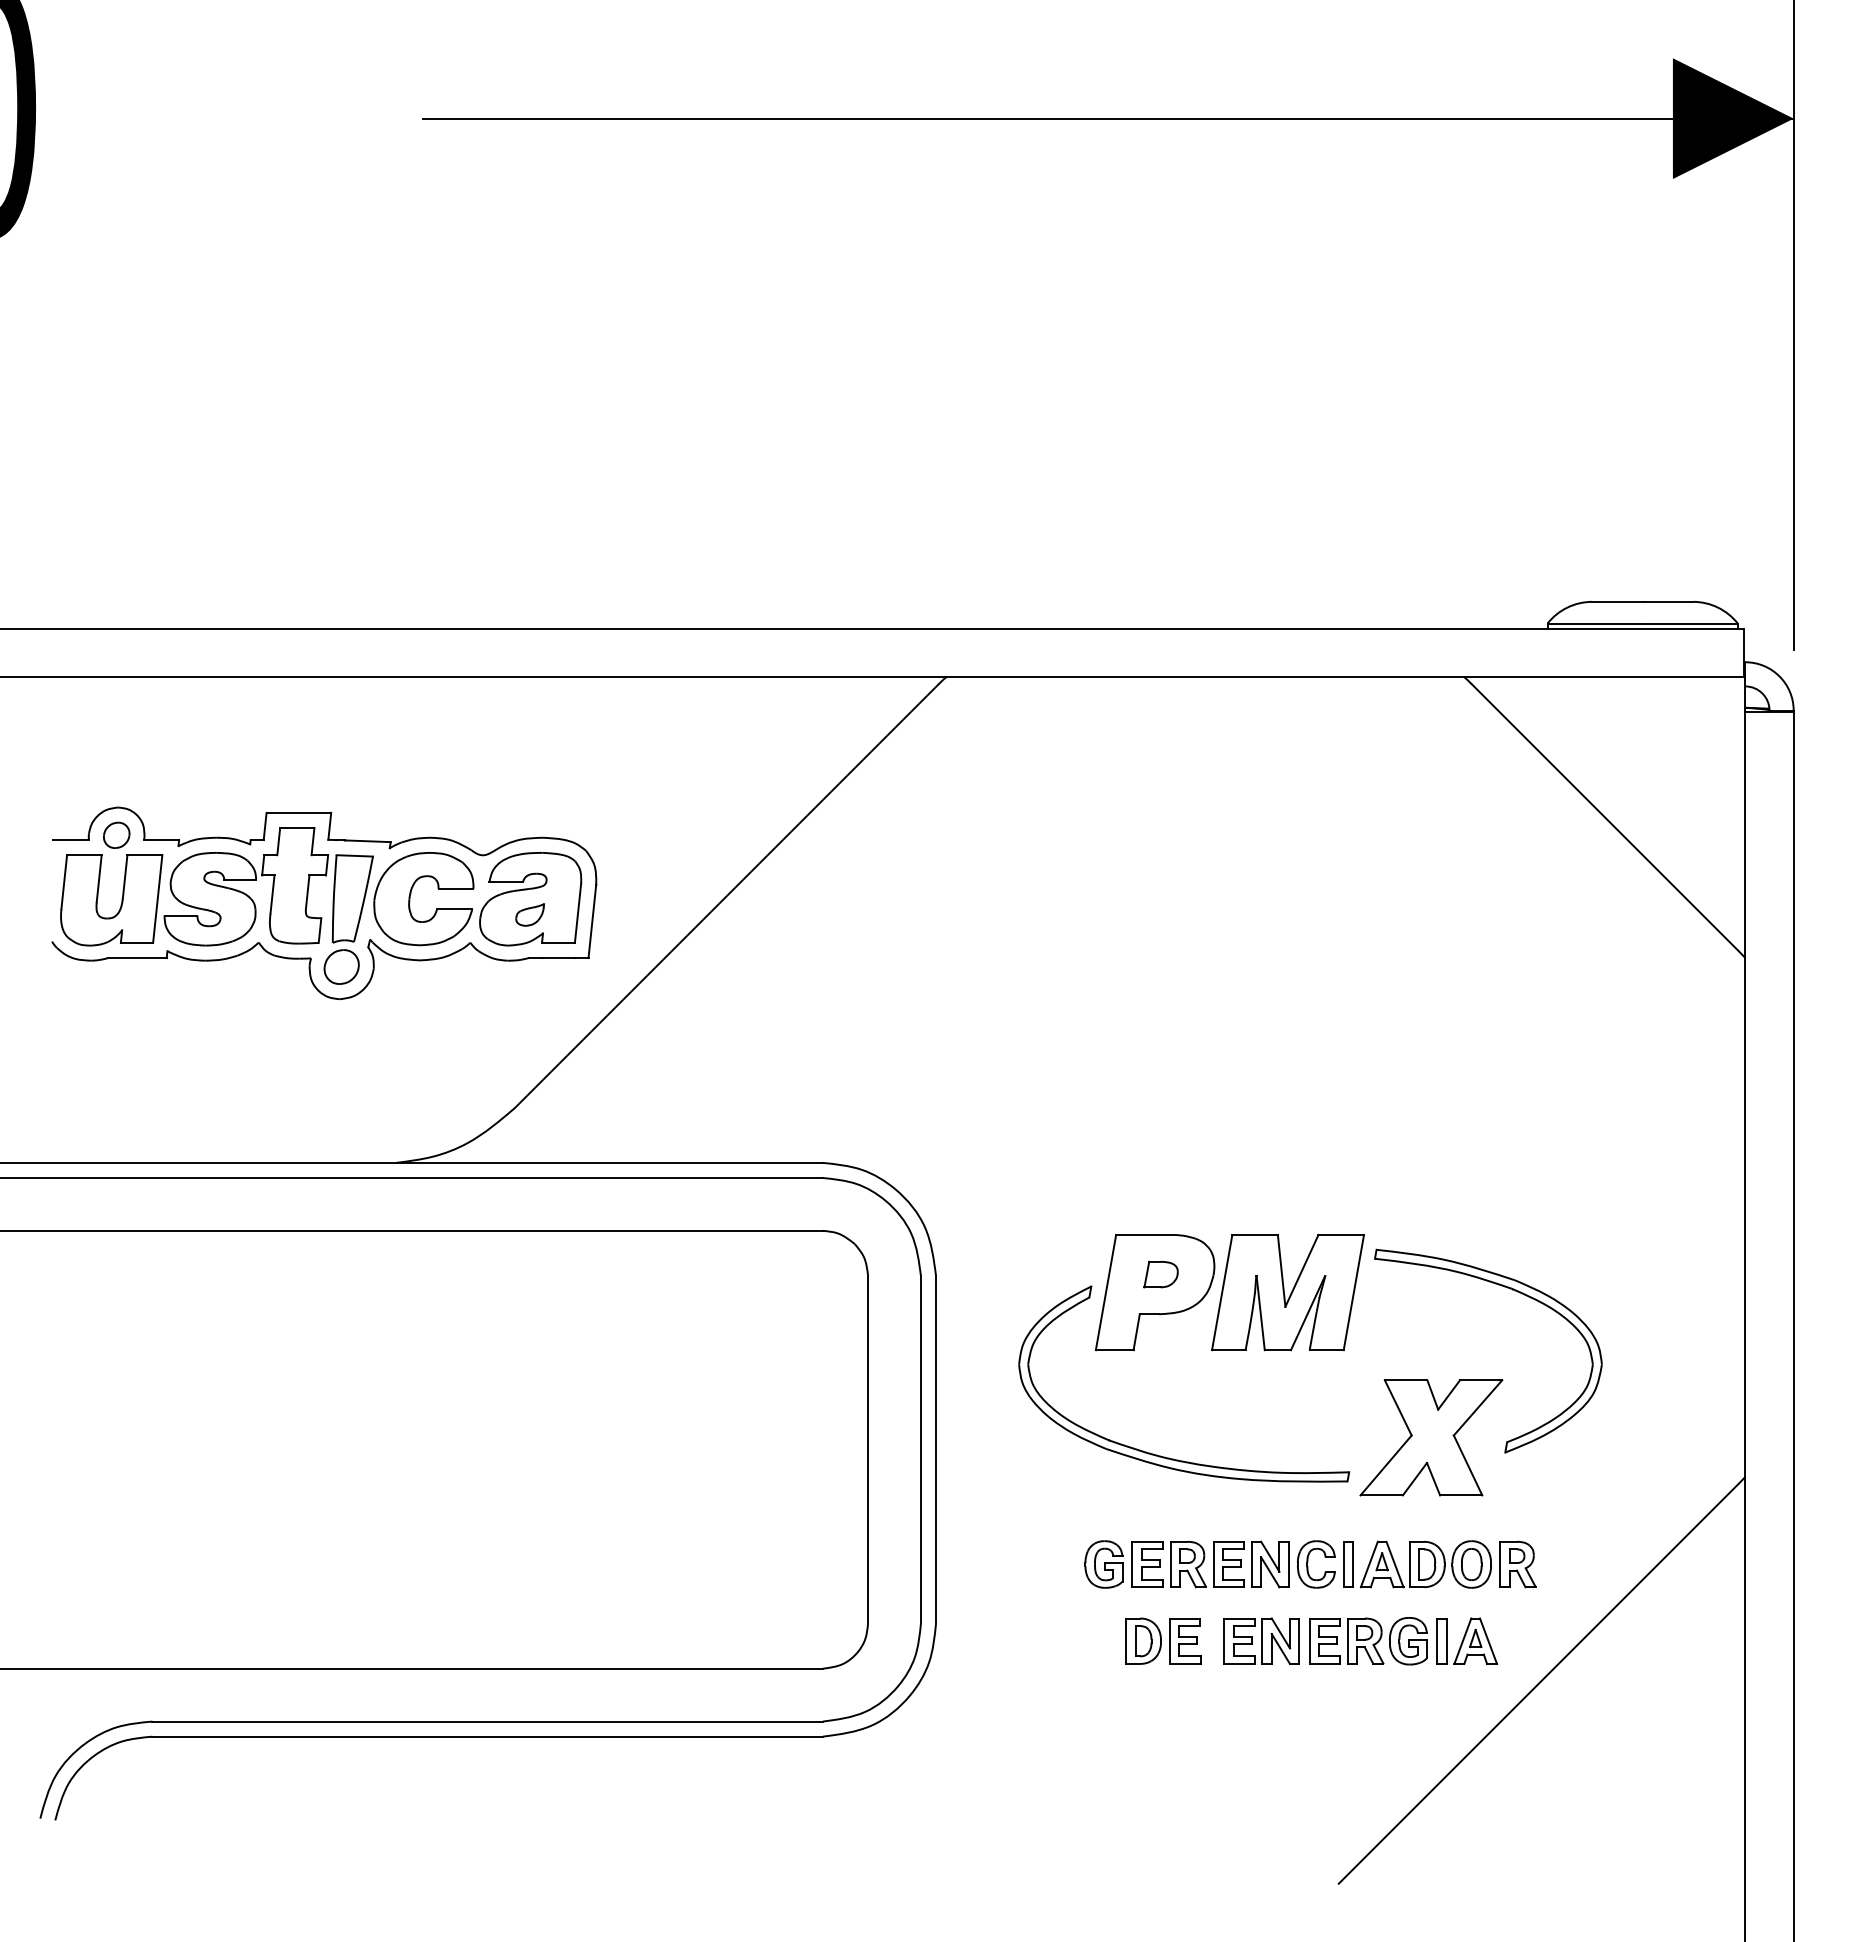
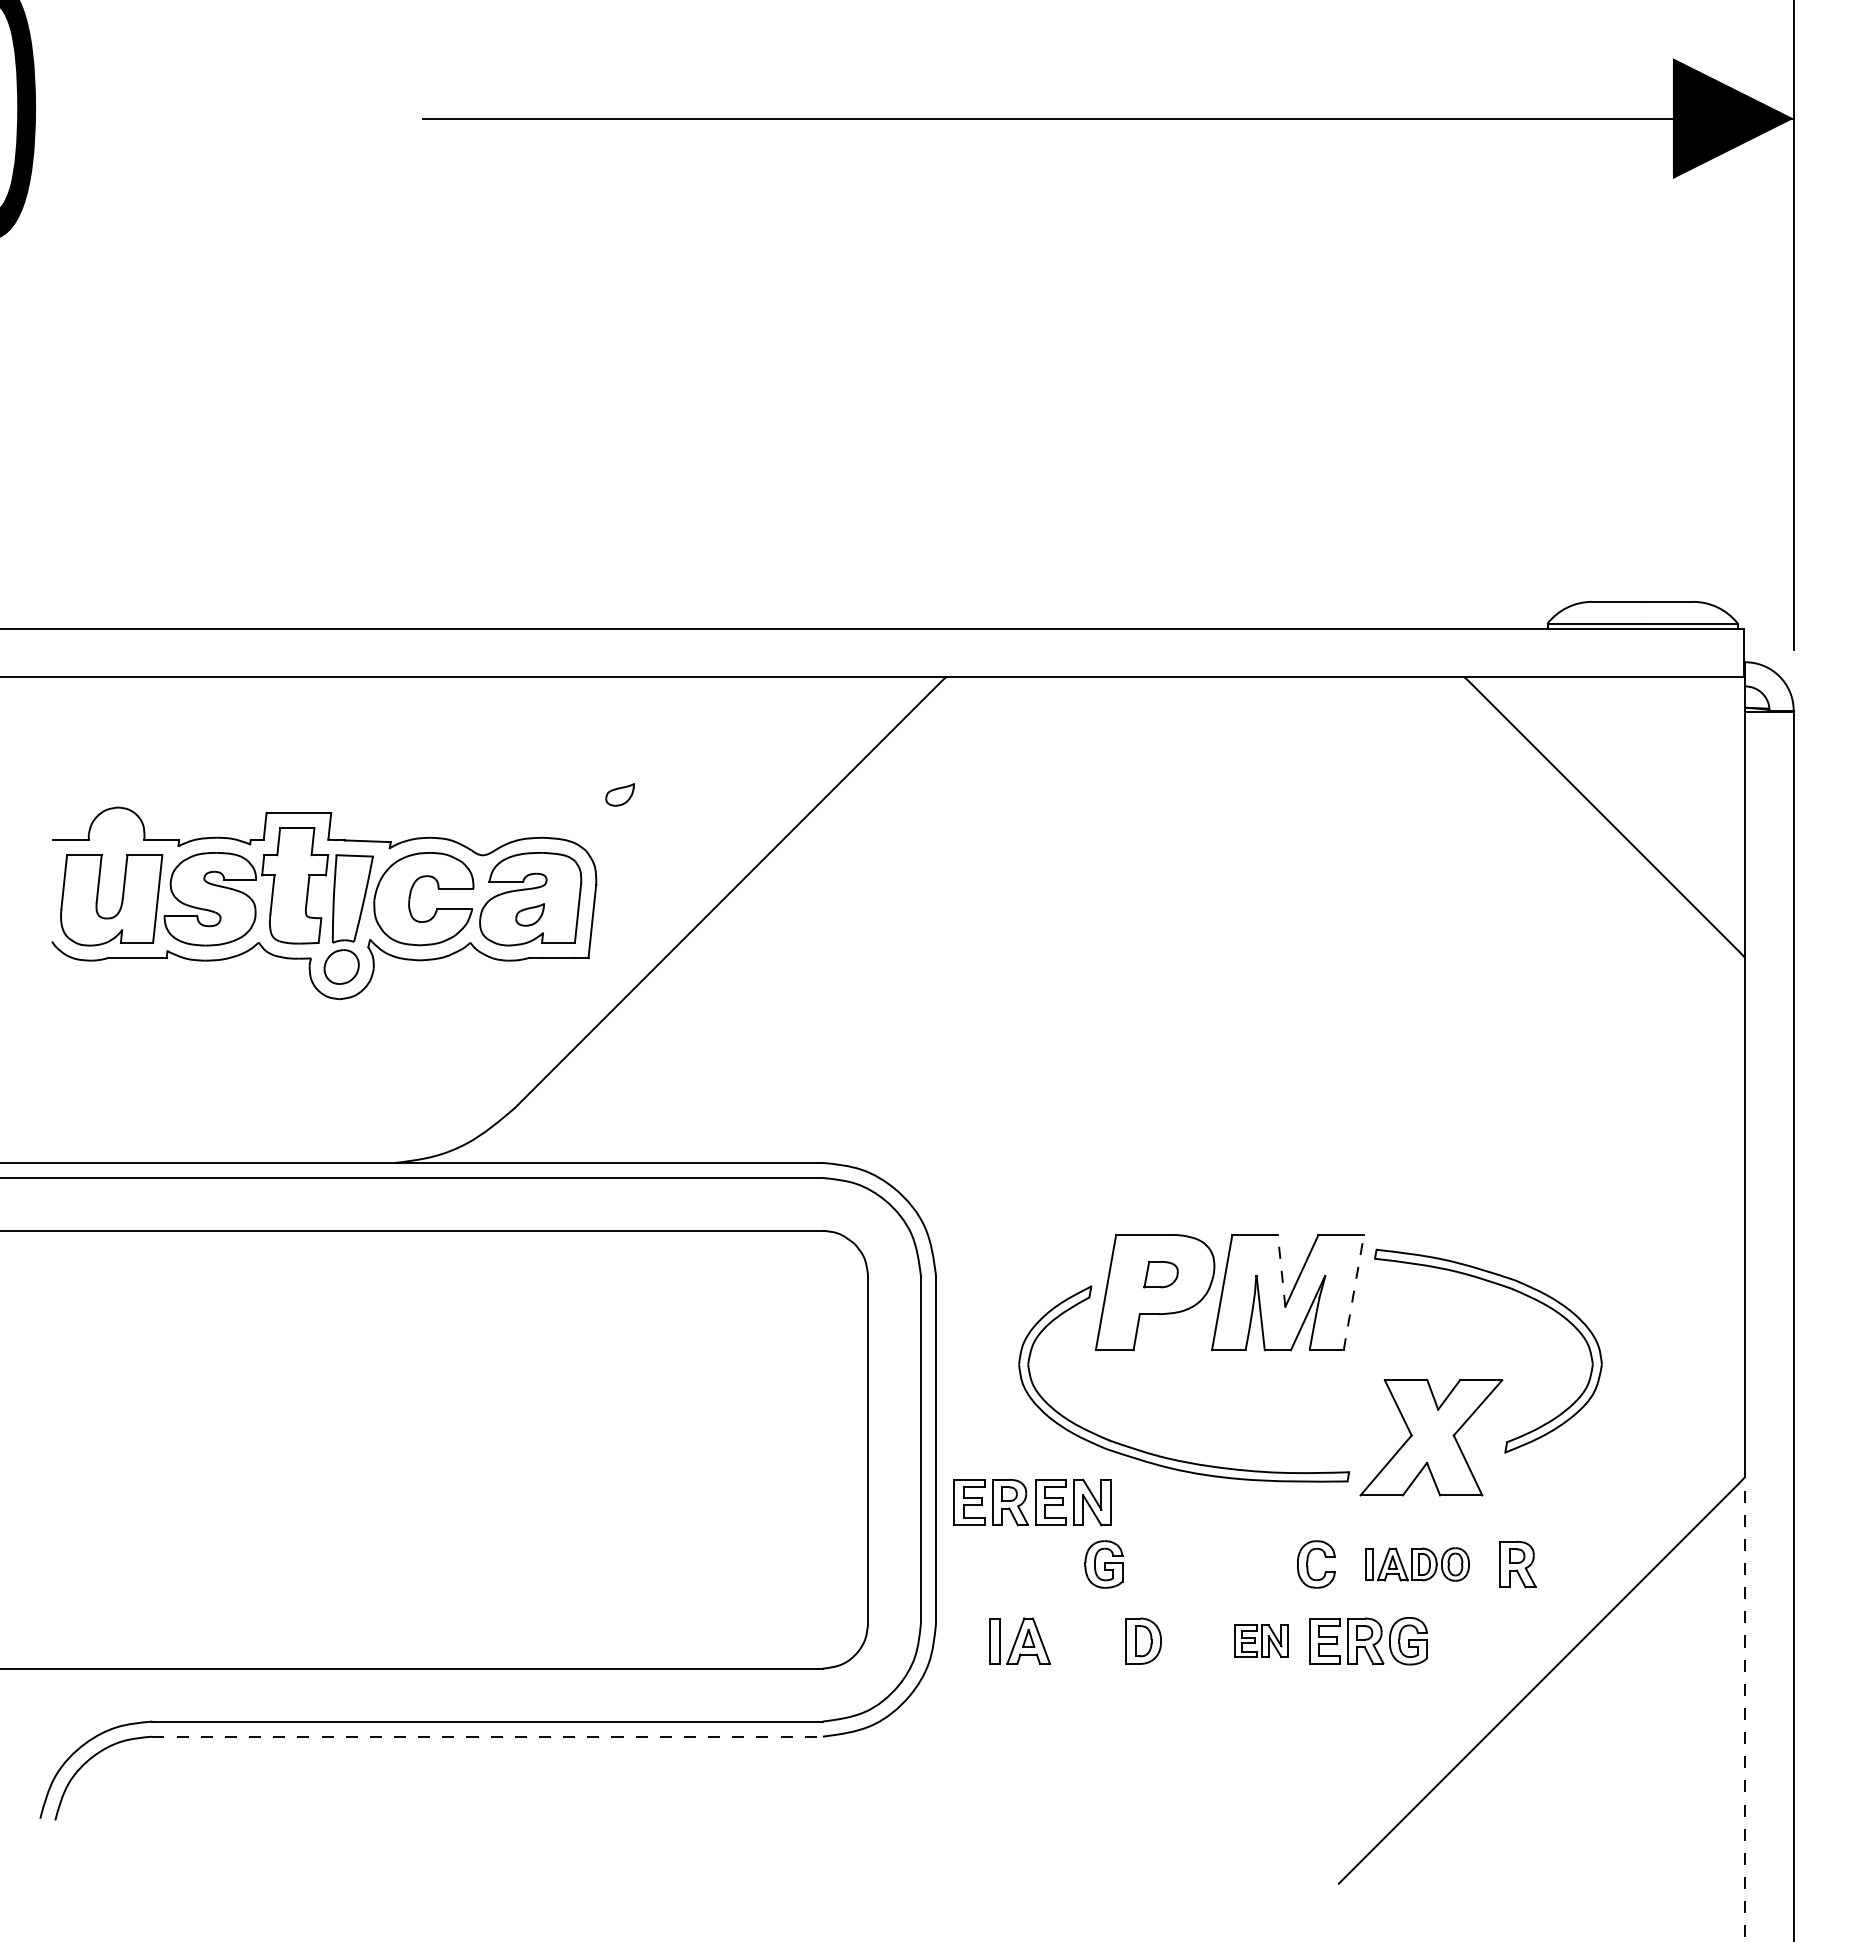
part at (619, 794): none -> present
part at (116, 834): present -> none
line at (1281, 1270): solid -> dashed
line at (1353, 1292): solid -> dashed
part at (1210, 1564) position: (1210, 1564) -> (1032, 1502)
part at (1417, 1564) size: 149x49 px -> 105x35 px
part at (1261, 1640) size: 77x48 px -> 55x35 px
part at (1466, 1640) position: (1466, 1640) -> (1019, 1640)
part at (1185, 1641): present -> none
line at (1745, 1708): solid -> dashed
line at (488, 1736): solid -> dashed
